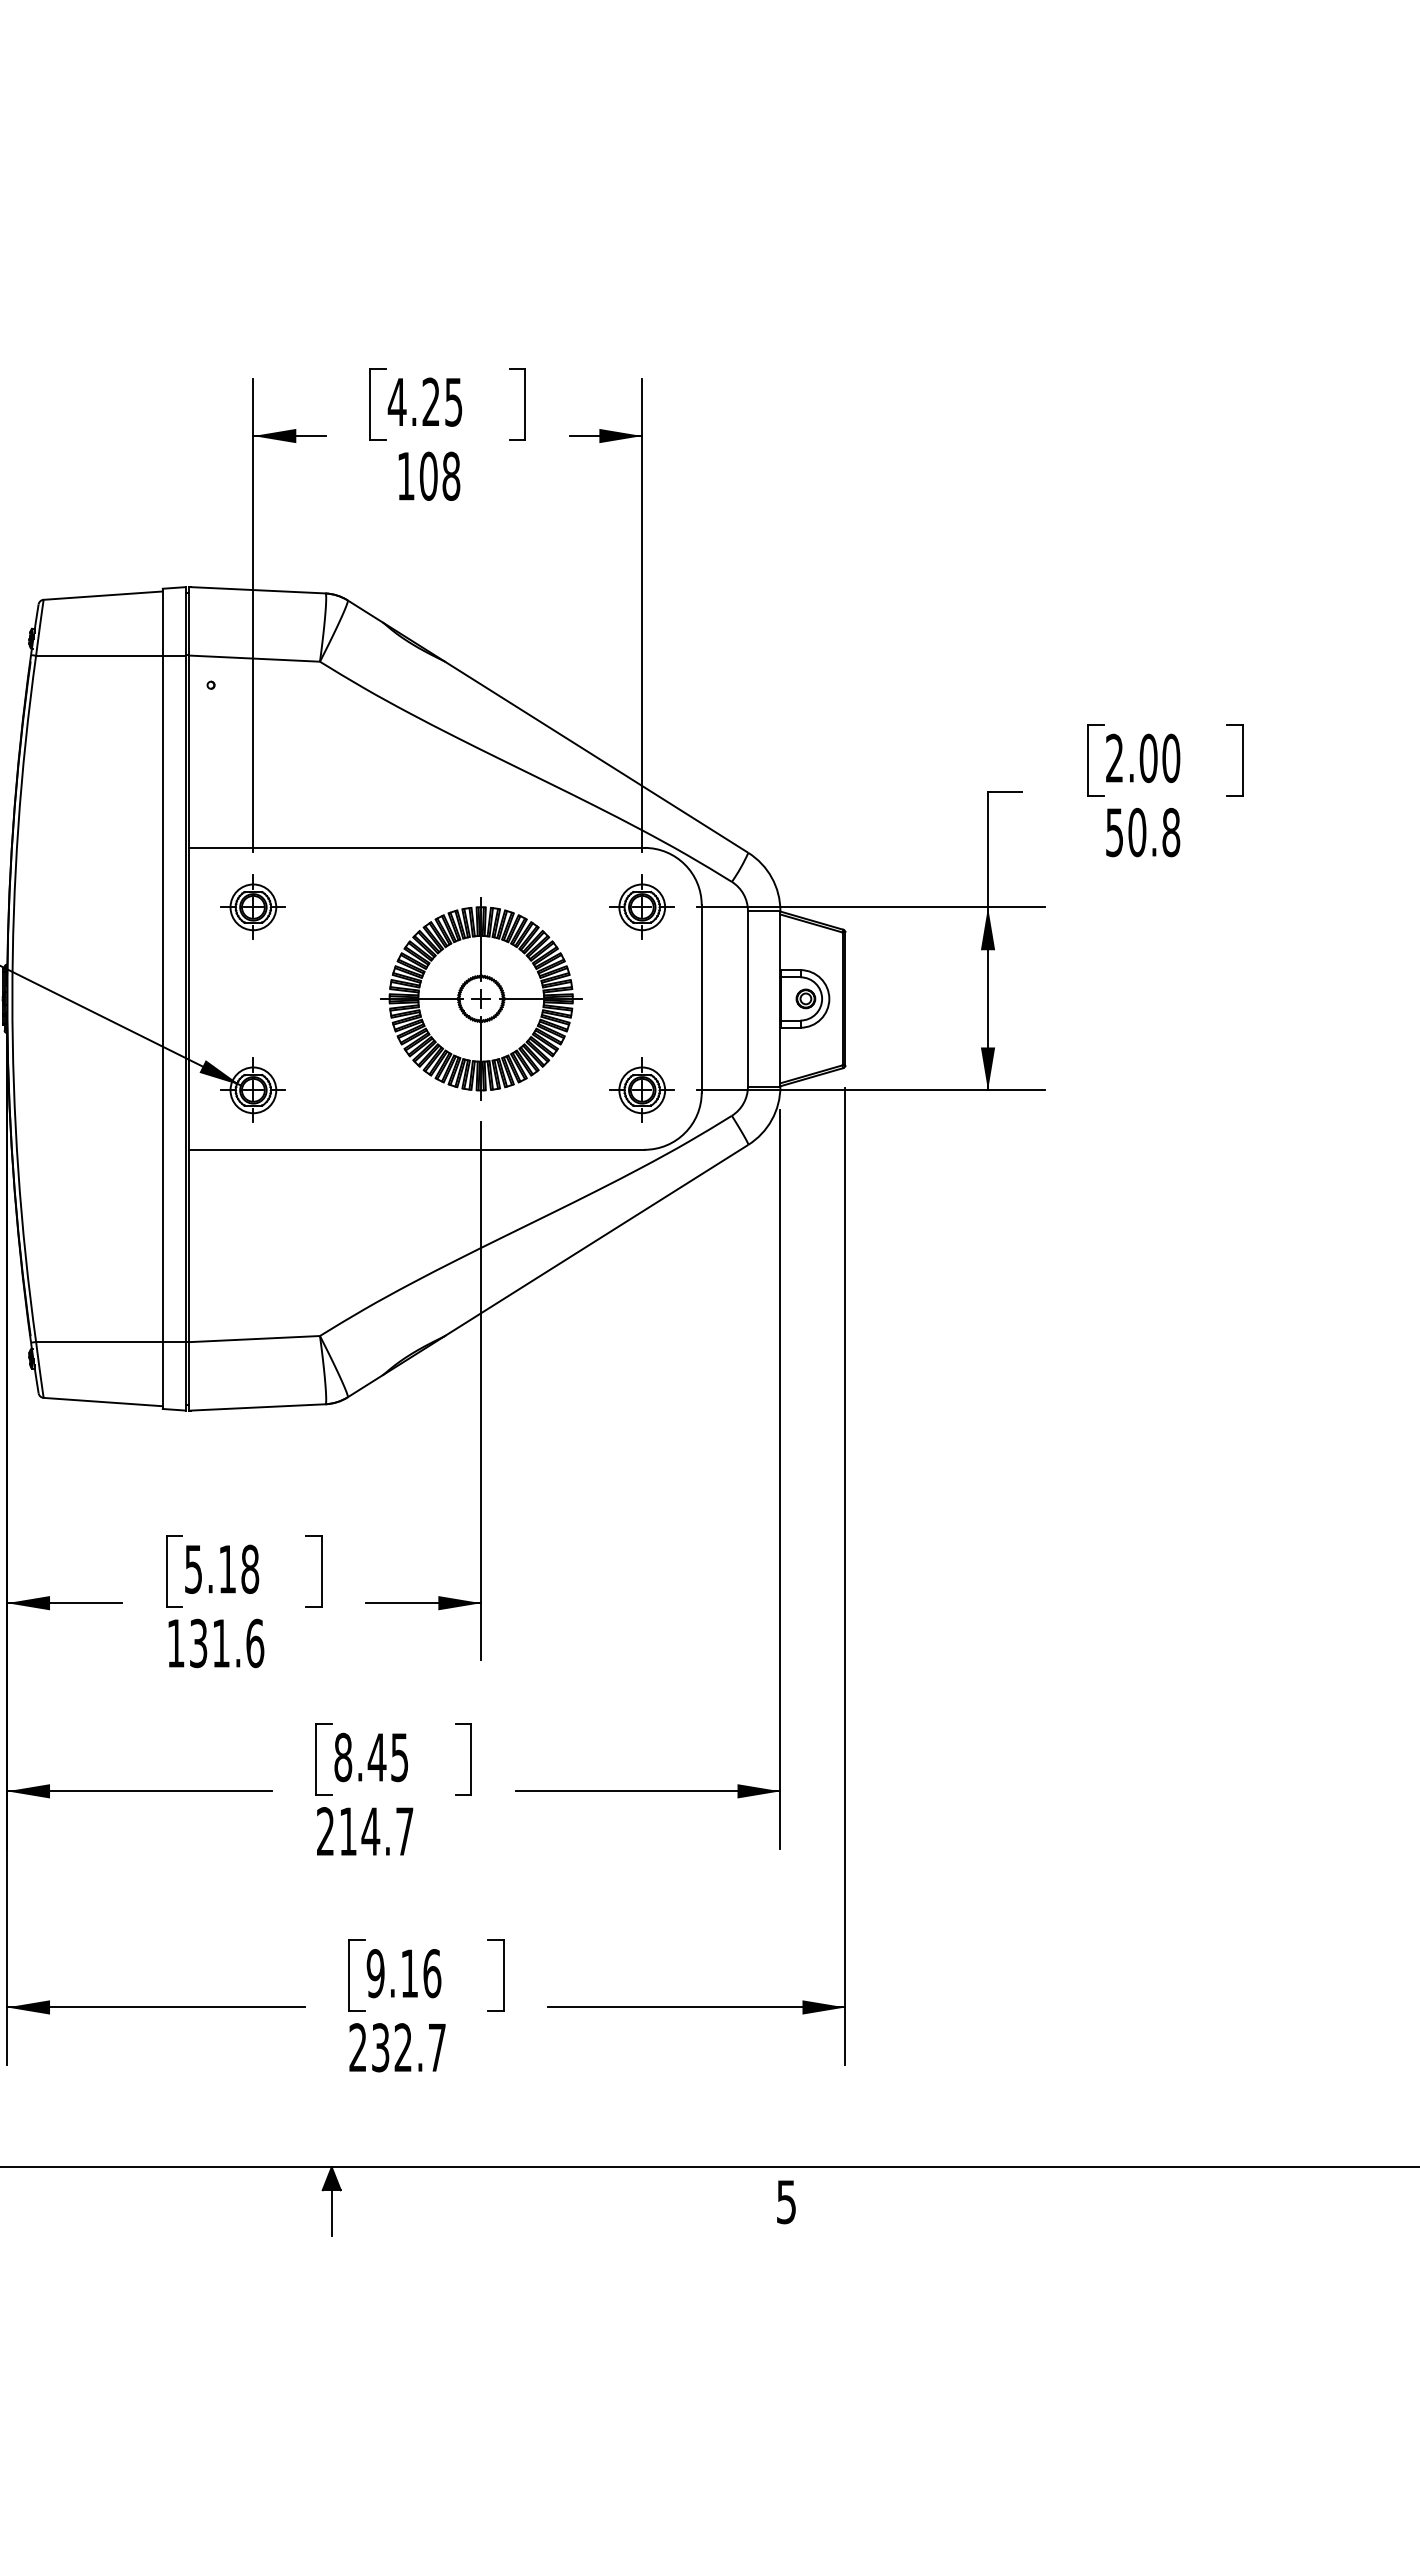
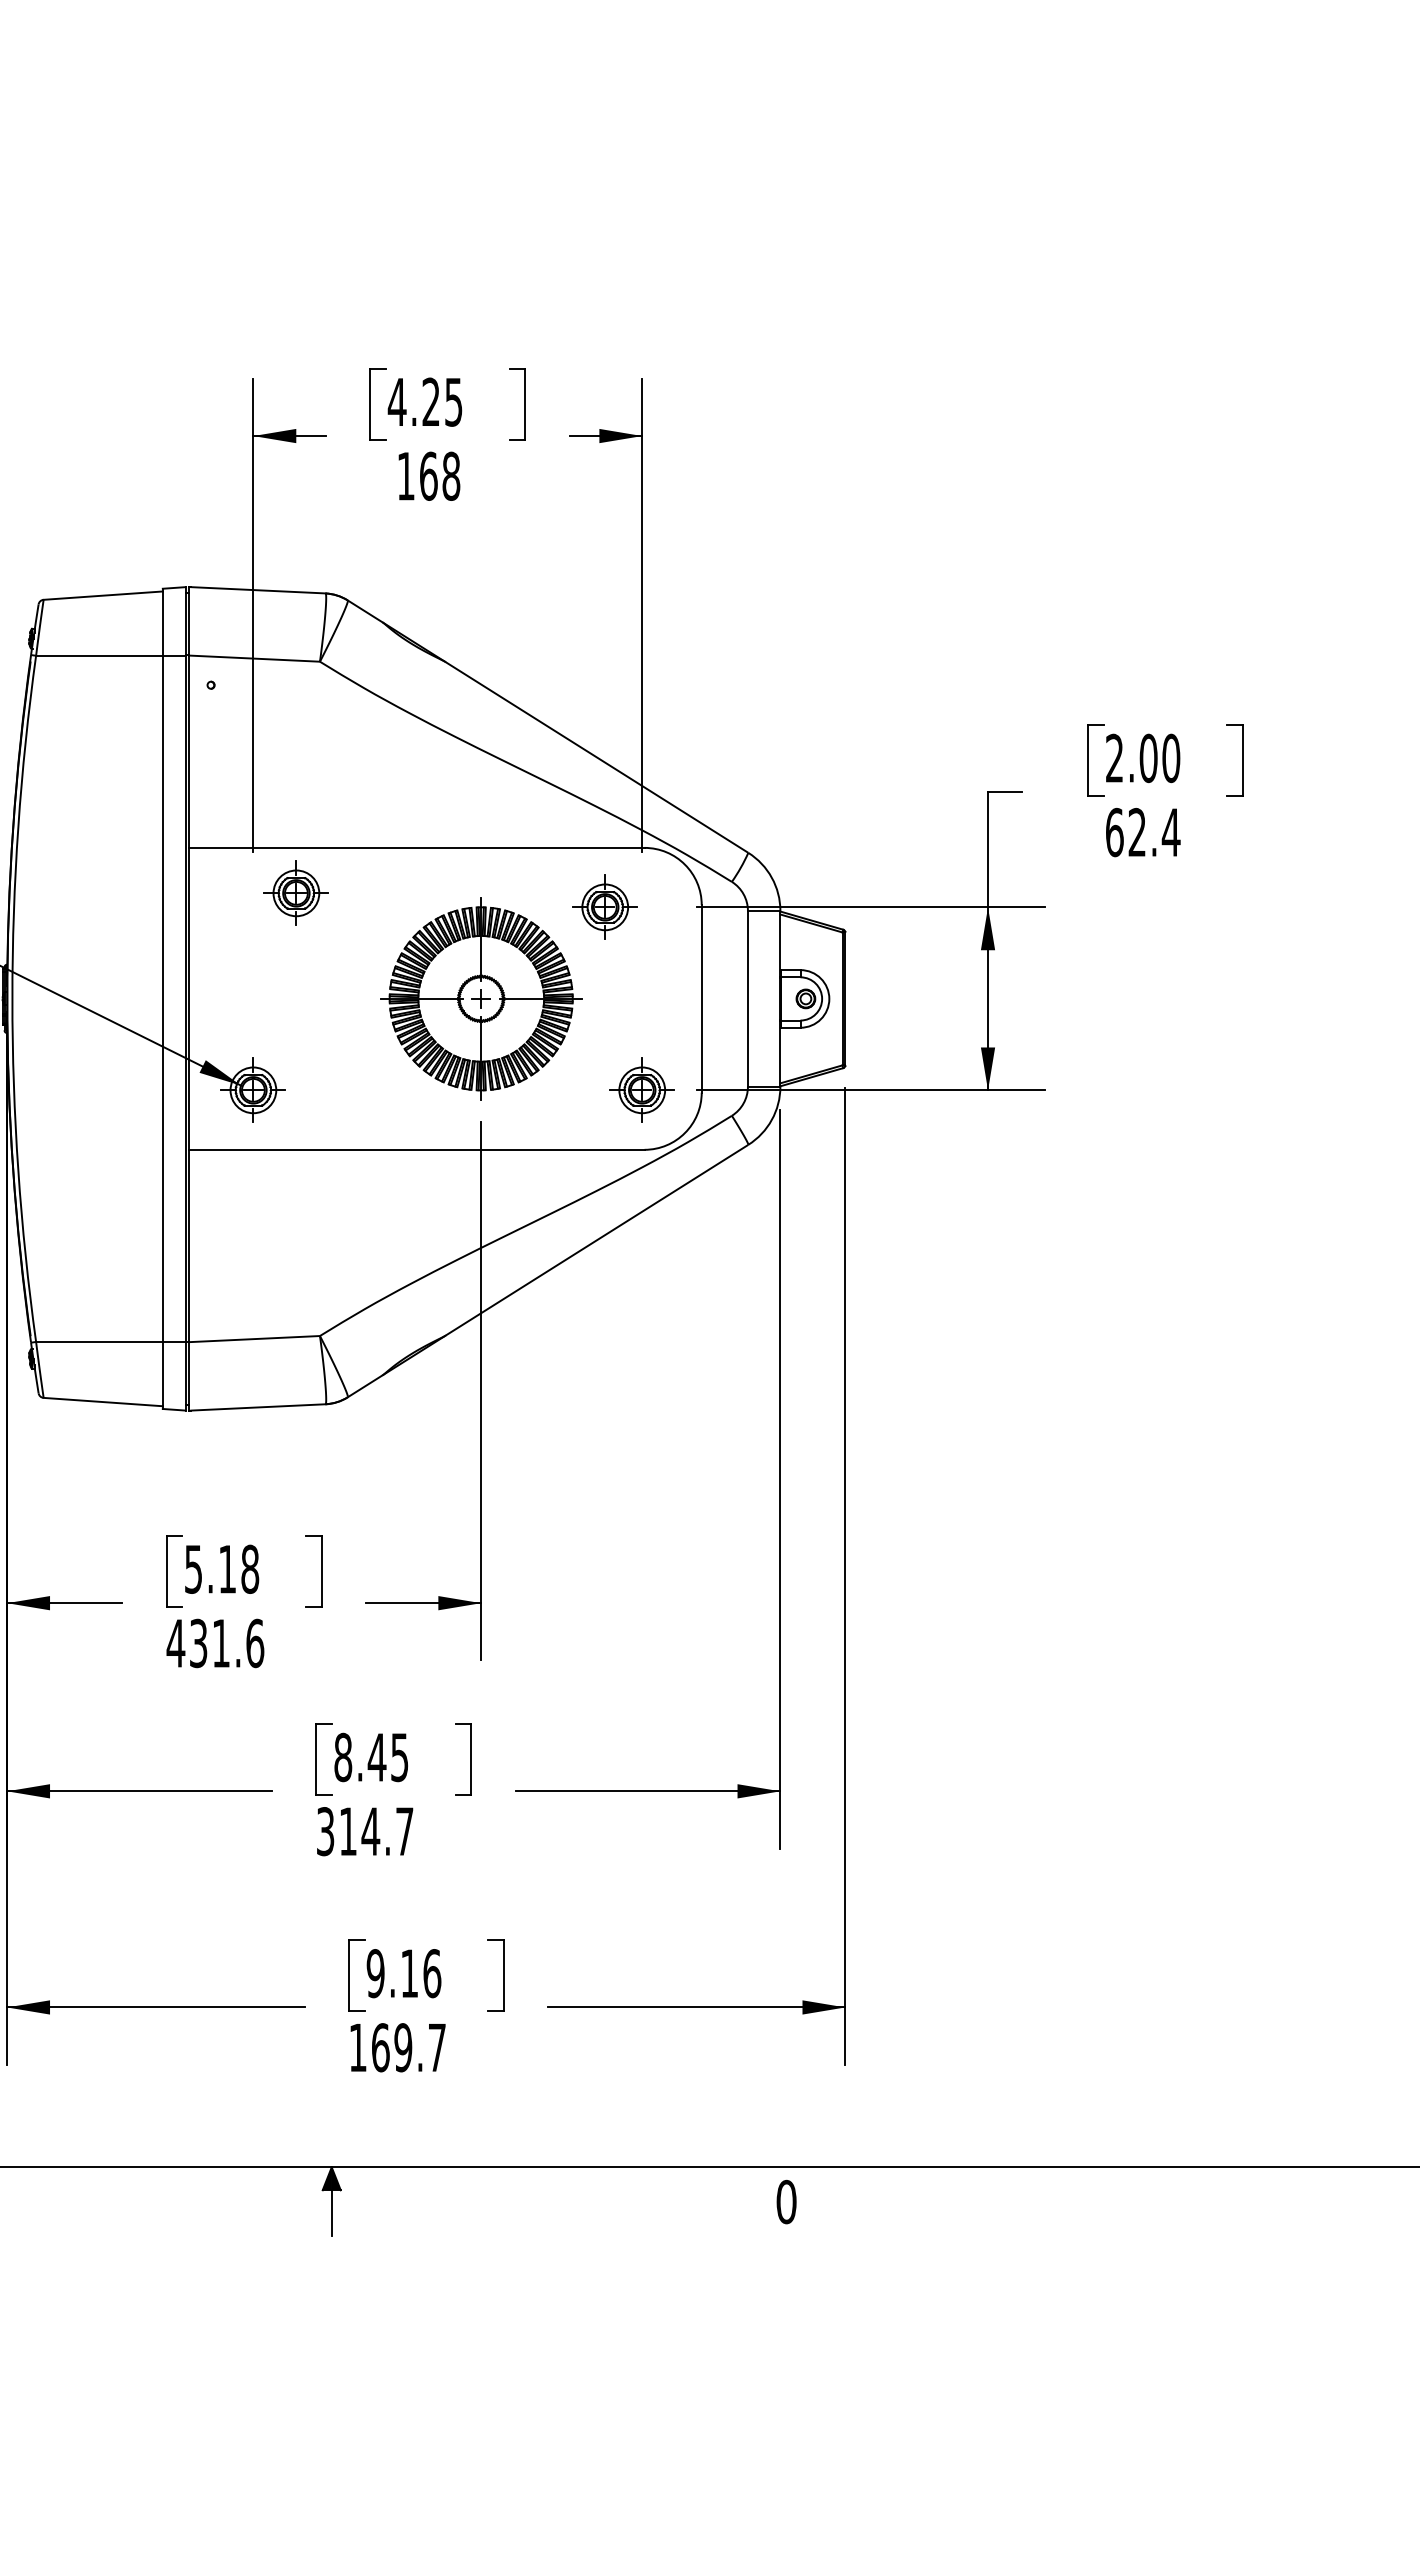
text at (428, 475): 108 -> 168
text at (1143, 832): 50.8 -> 62.4
part at (252, 906) position: (252, 906) -> (295, 892)
part at (641, 906) position: (641, 906) -> (604, 906)
text at (175, 1643): 131.6 -> 431.6
text at (325, 1831): 214.7 -> 314.7
text at (380, 2047): 232.7 -> 169.7
text at (786, 2201): 5 -> 0
